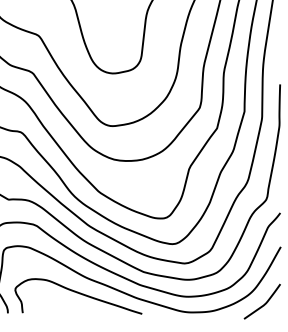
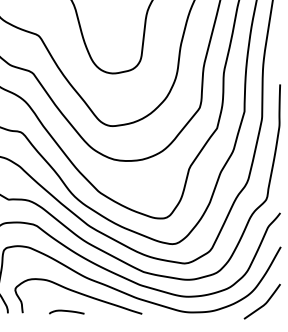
curve at (66, 311): none -> present
